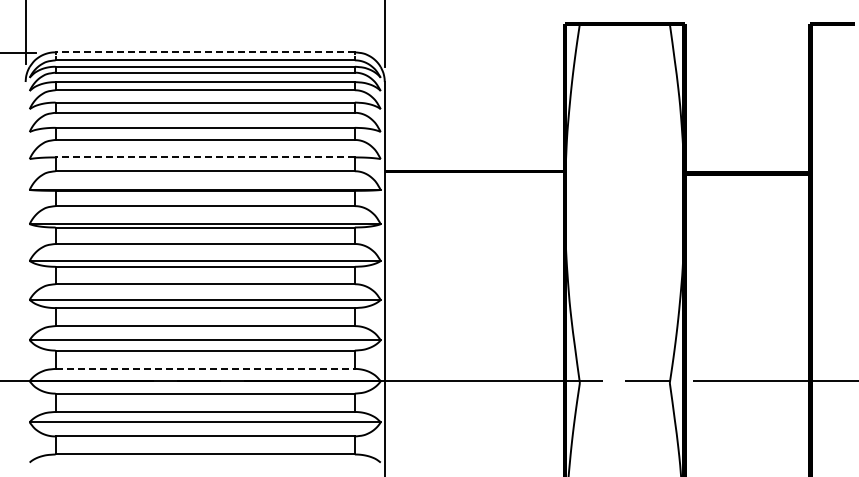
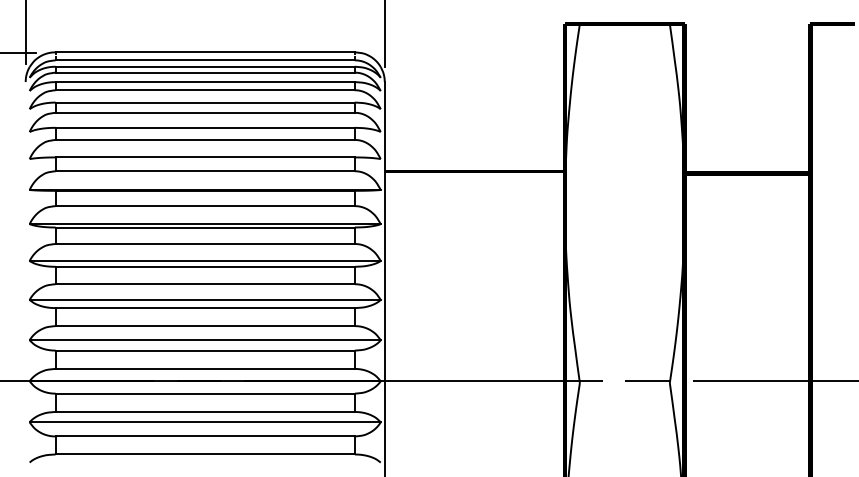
line at (205, 52): dashed -> solid
line at (205, 157): dashed -> solid
line at (205, 368): dashed -> solid
